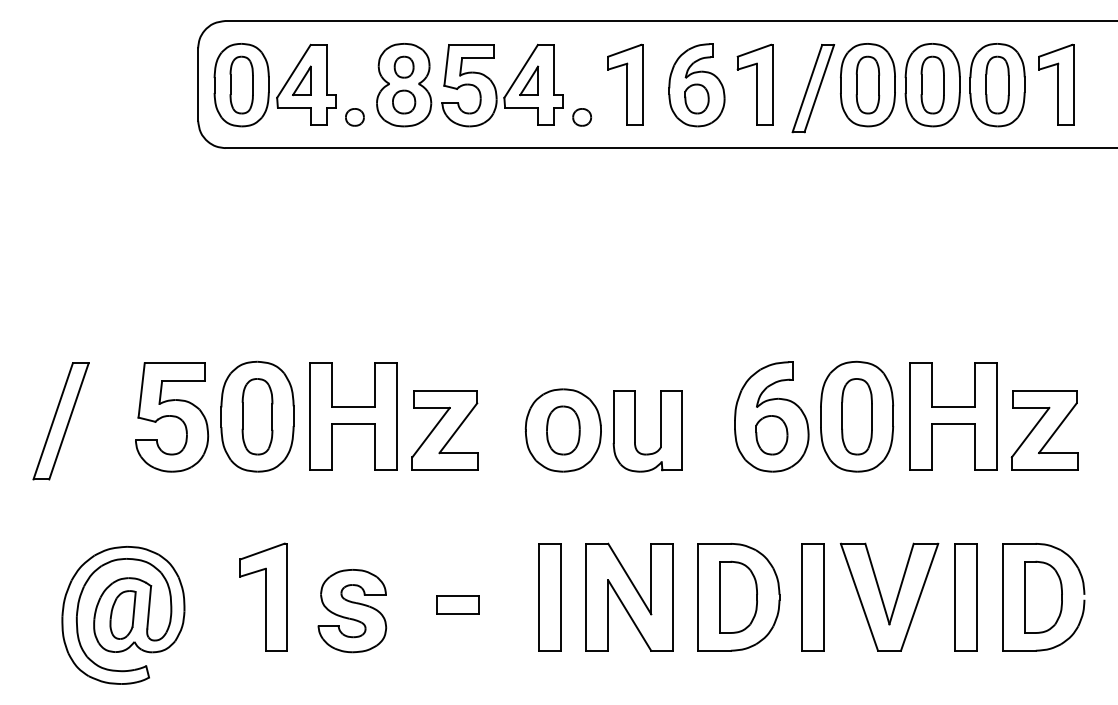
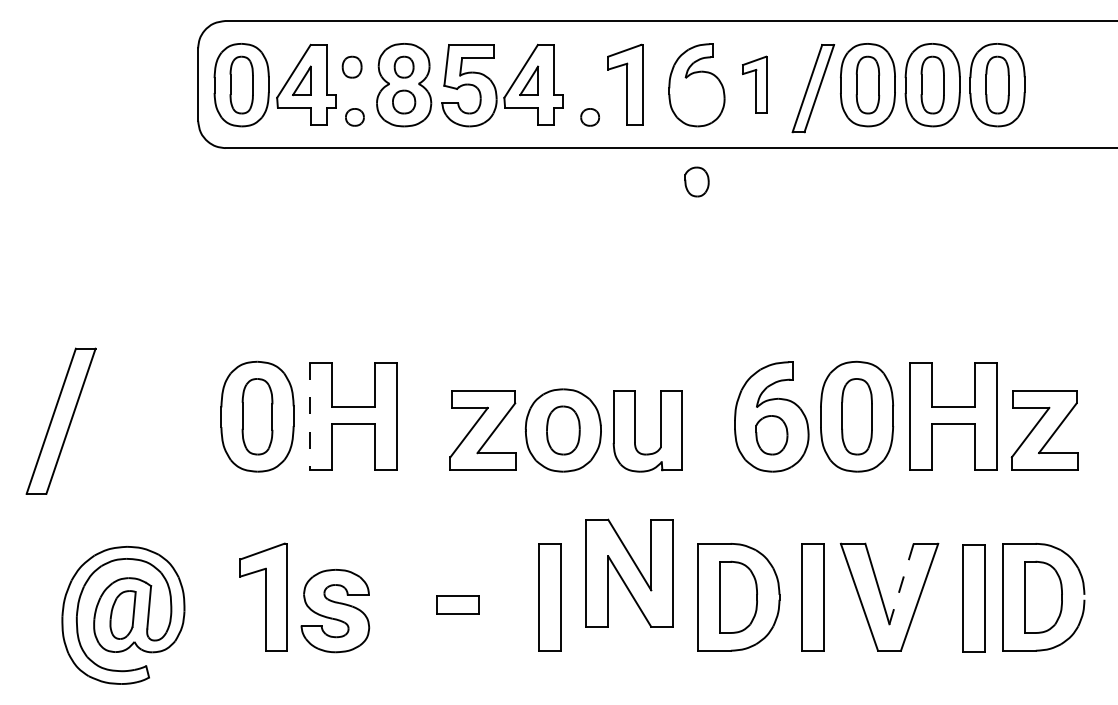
part at (351, 66): none -> present
part at (754, 84) size: 38x83 px -> 26x59 px
part at (1056, 84): present -> none
part at (696, 98) position: (696, 98) -> (696, 181)
part at (581, 117) position: (581, 117) -> (589, 117)
part at (172, 417): present -> none
line at (310, 417): solid -> dashed
part at (60, 421) size: 58x119 px -> 72x148 px
part at (444, 430) position: (444, 430) -> (482, 430)
line at (901, 584): solid -> dashed
part at (629, 596) position: (629, 596) -> (629, 572)
part at (965, 597) position: (965, 597) -> (973, 598)
part at (352, 611) position: (352, 611) -> (335, 611)
